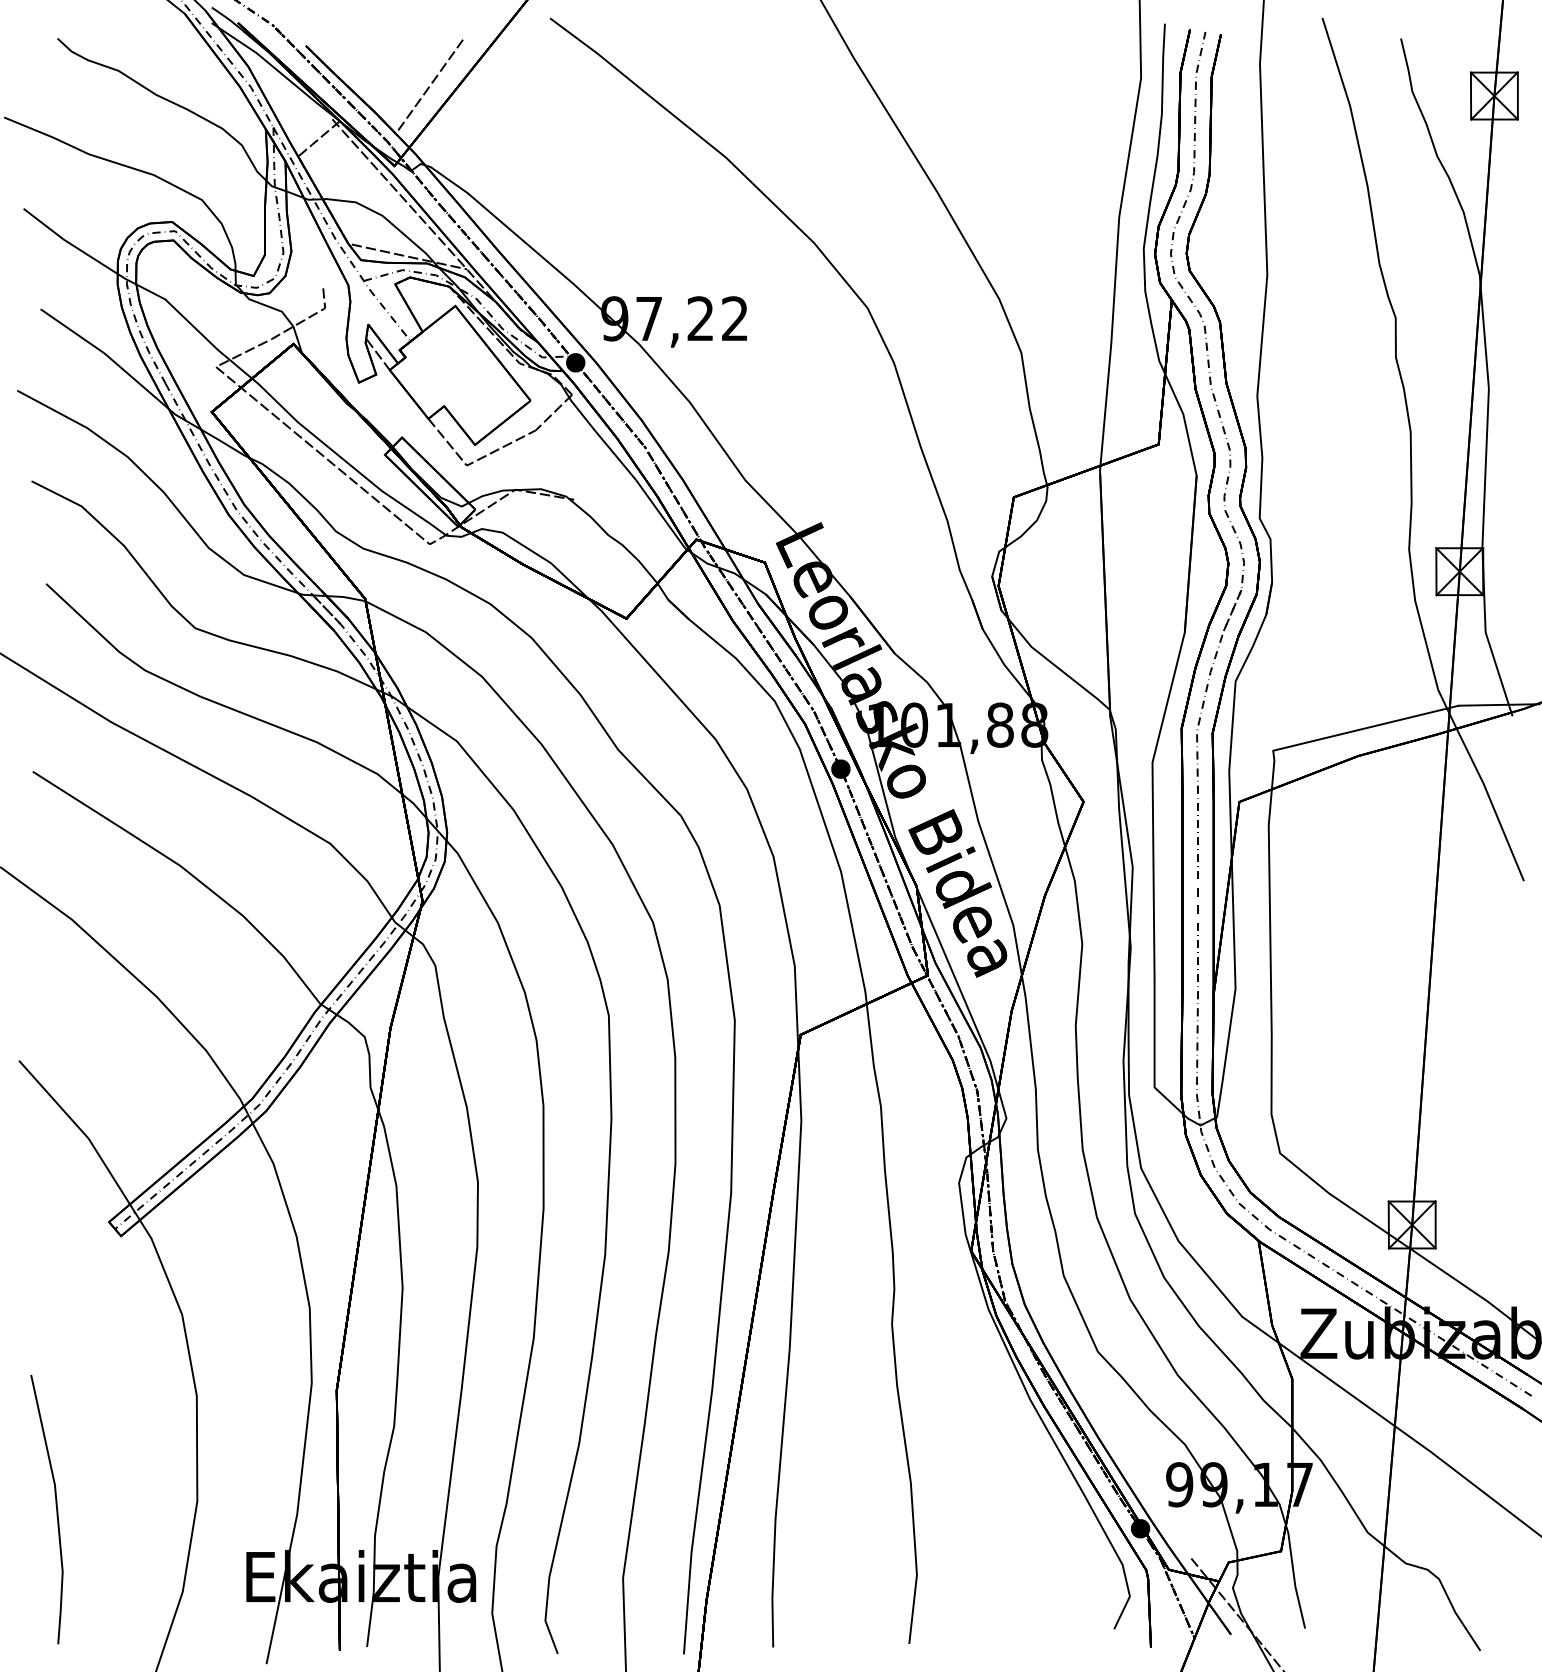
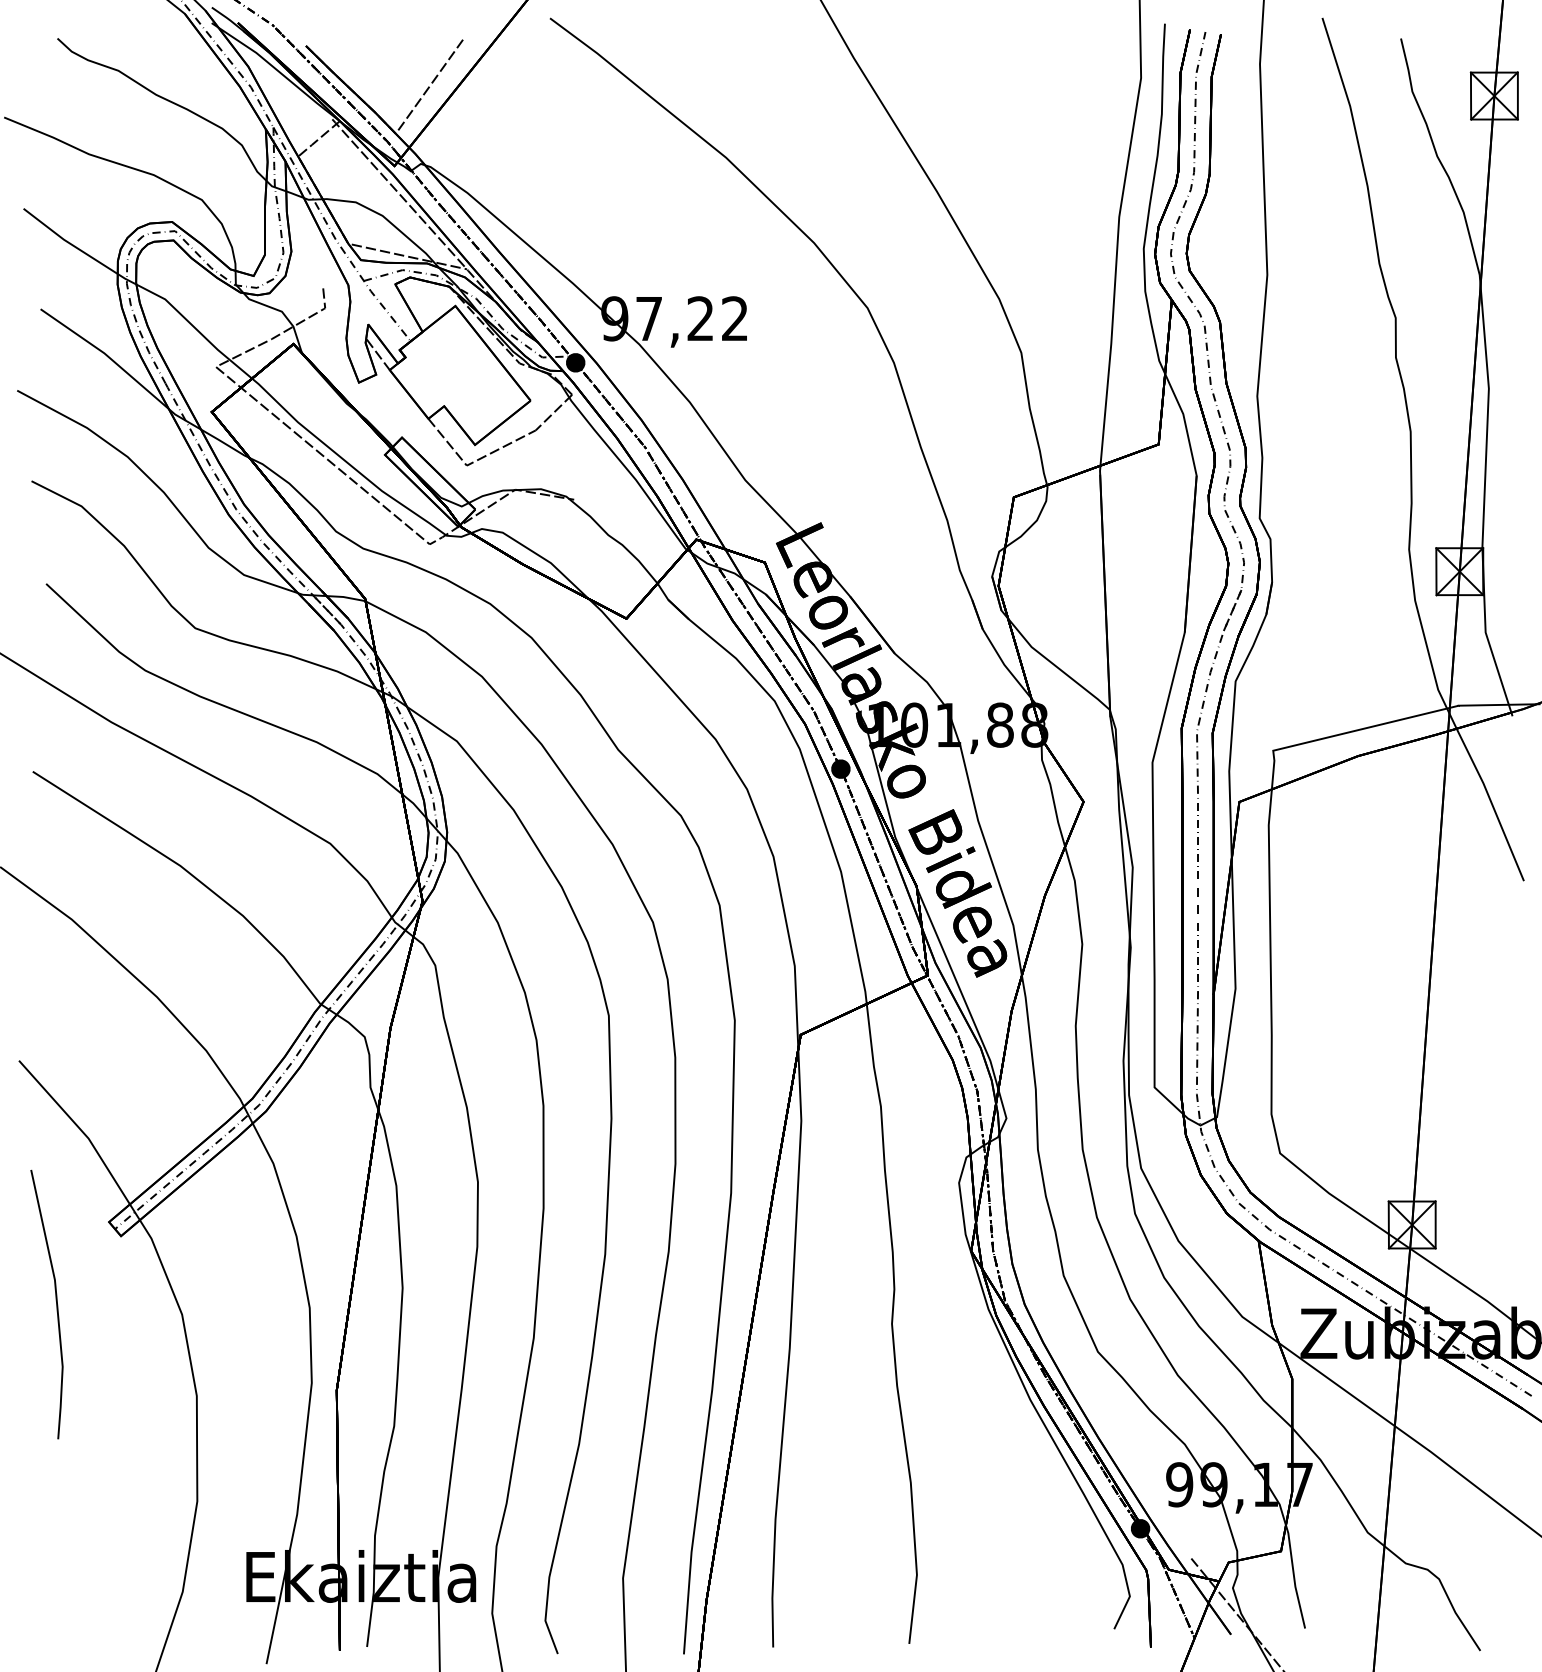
line at (55, 1505) position: (55, 1505) -> (55, 1300)
